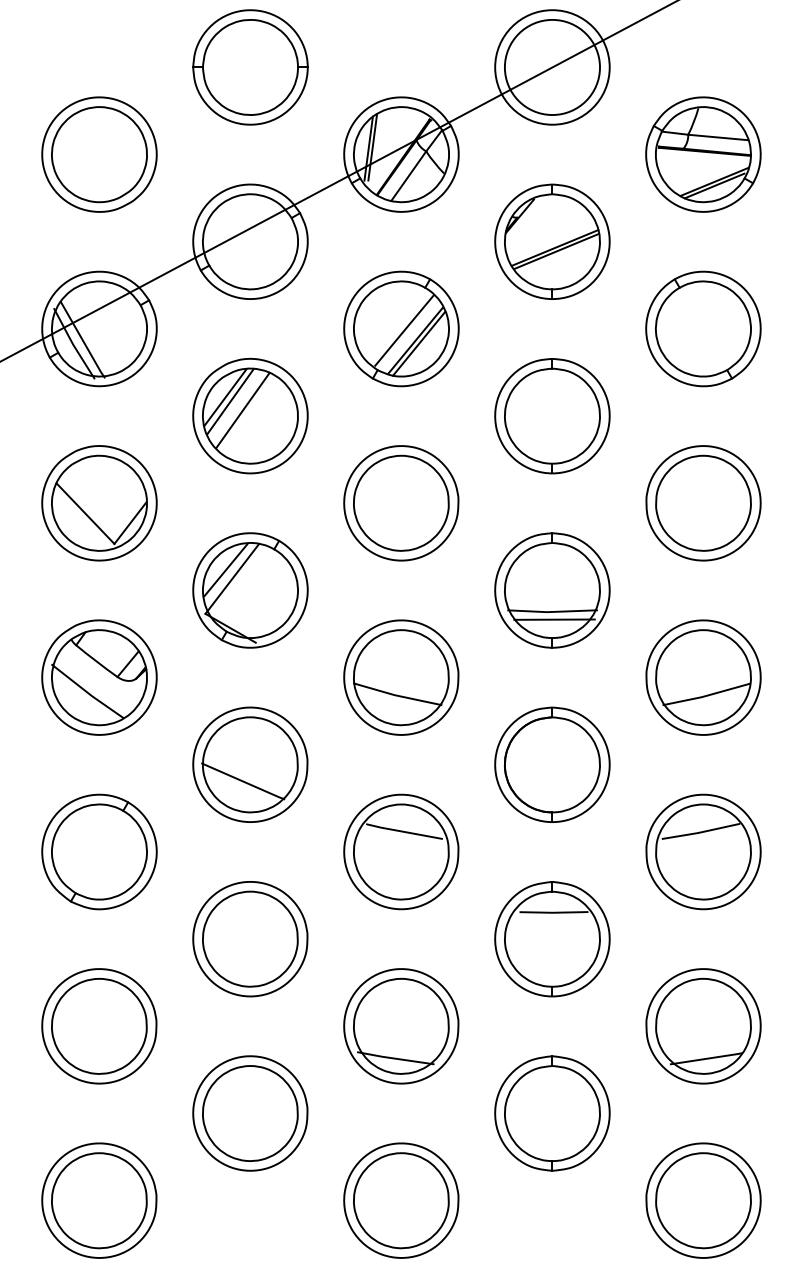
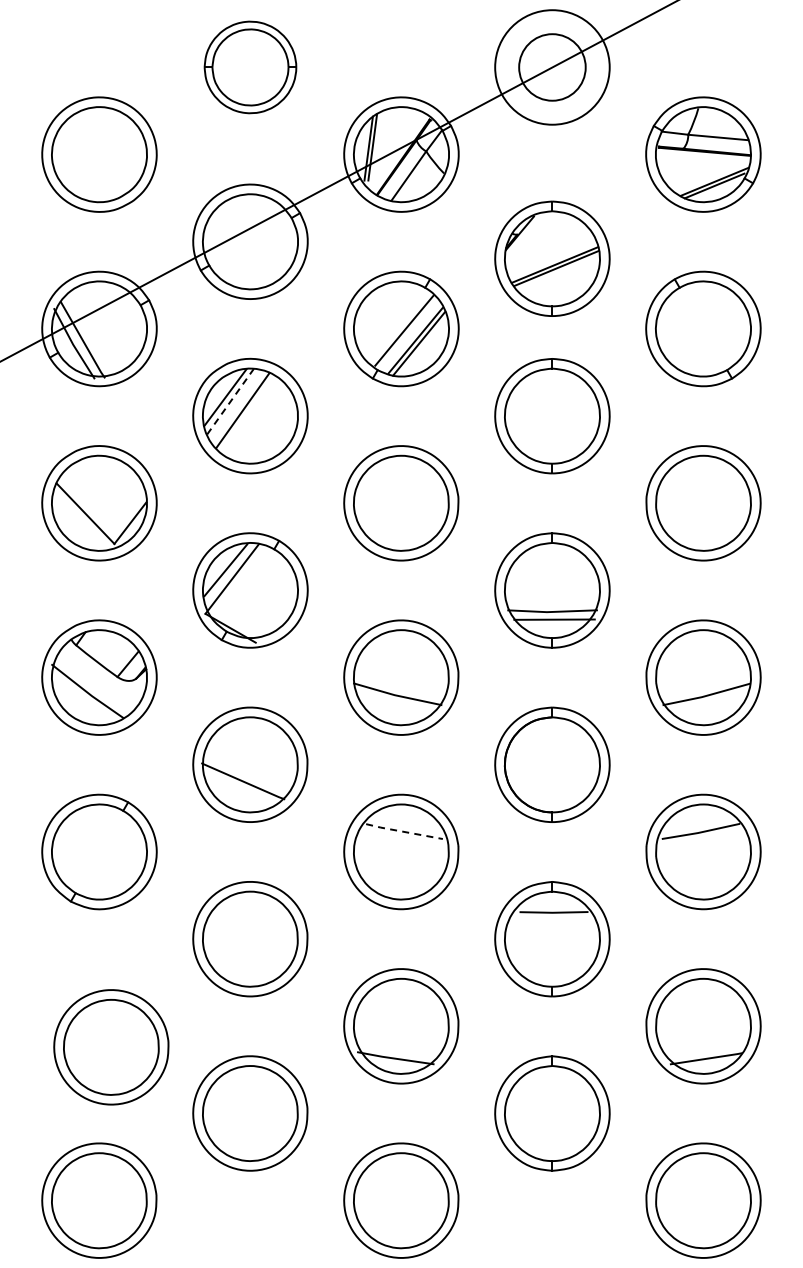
part at (250, 67) size: 117x117 px -> 95x95 px
circle at (551, 67) diameter: 95 px -> 67 px
part at (552, 241) position: (552, 241) -> (552, 258)
line at (230, 401): solid -> dashed
line at (404, 831): solid -> dashed
part at (99, 1026) position: (99, 1026) -> (111, 1047)
